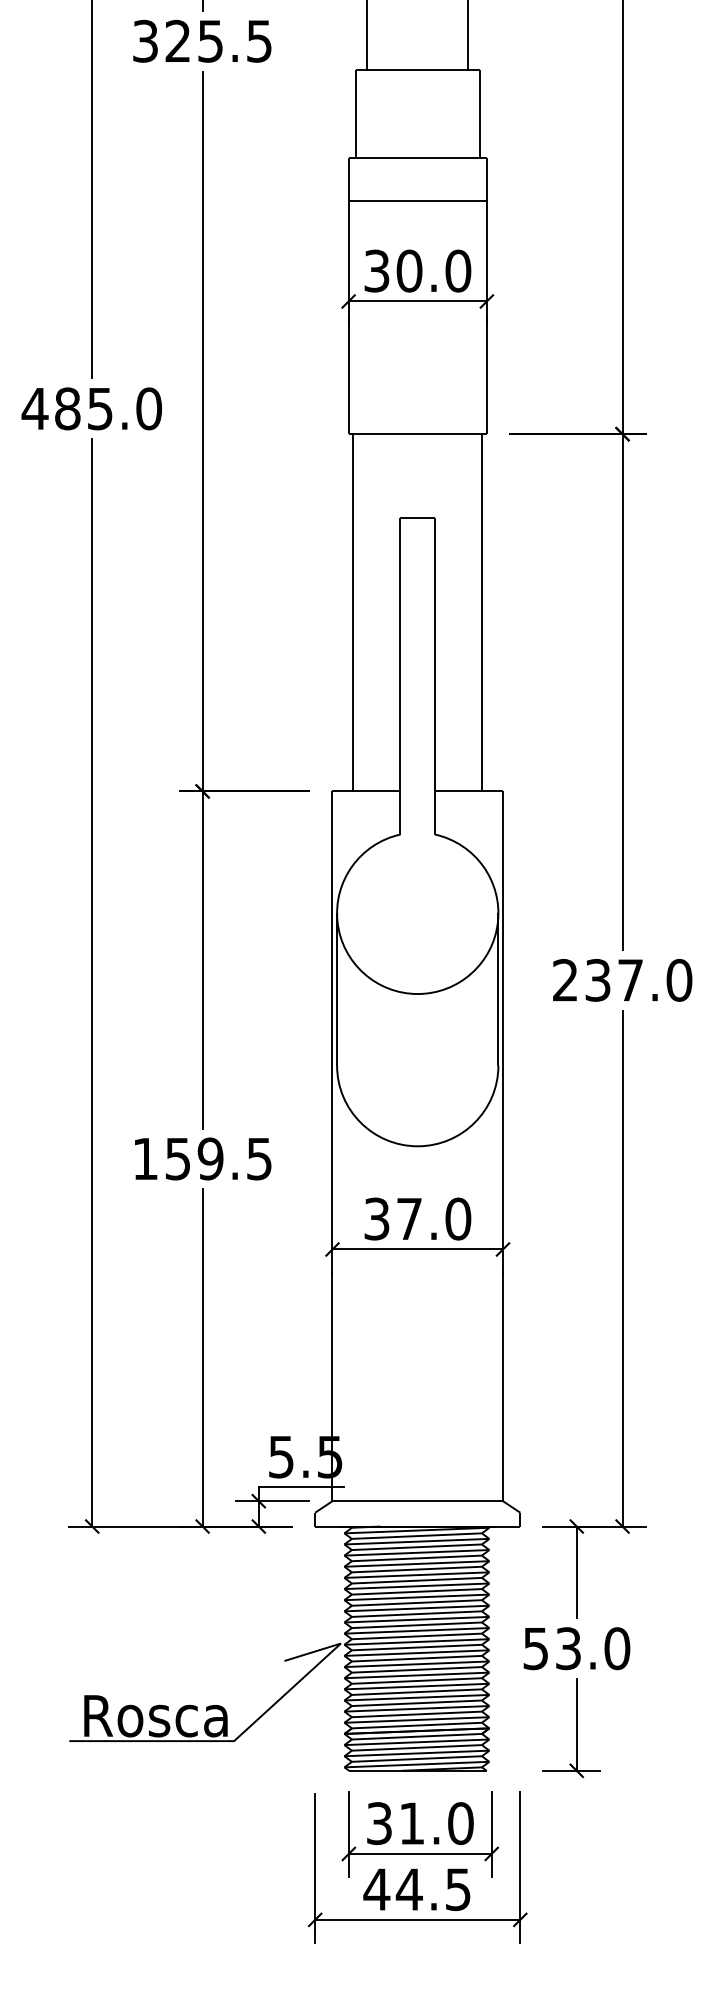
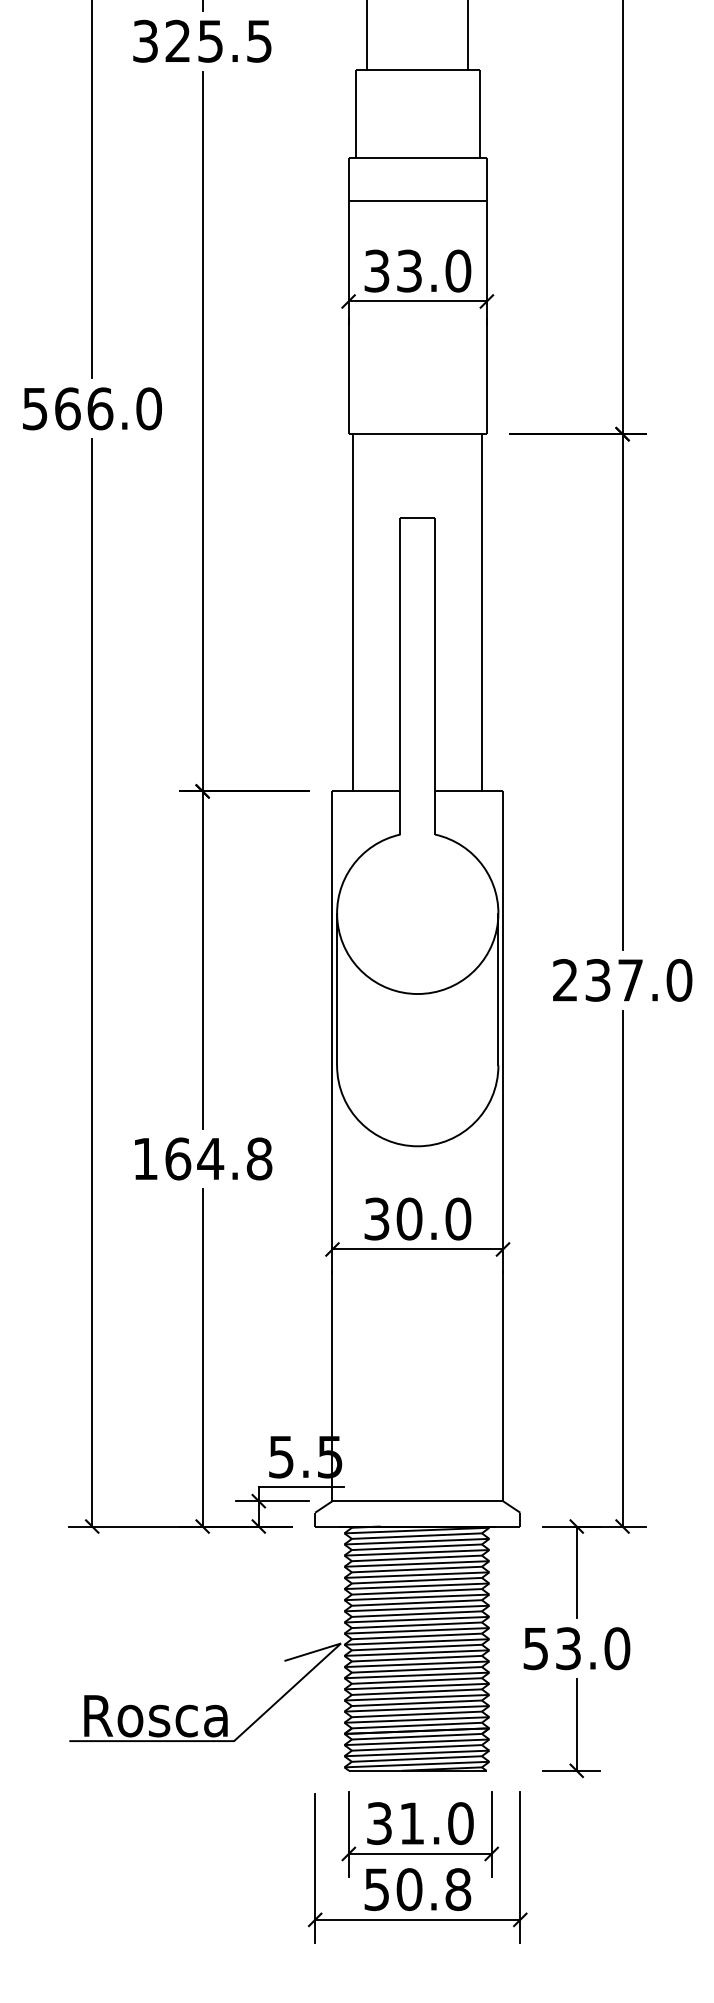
text at (409, 270): 30.0 -> 33.0
text at (67, 408): 485.0 -> 566.0
text at (218, 1158): 159.5 -> 164.8
text at (409, 1218): 37.0 -> 30.0
text at (417, 1889): 44.5 -> 50.8
